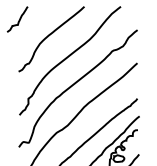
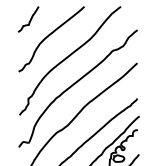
curve at (18, 20) position: (18, 20) -> (29, 20)
